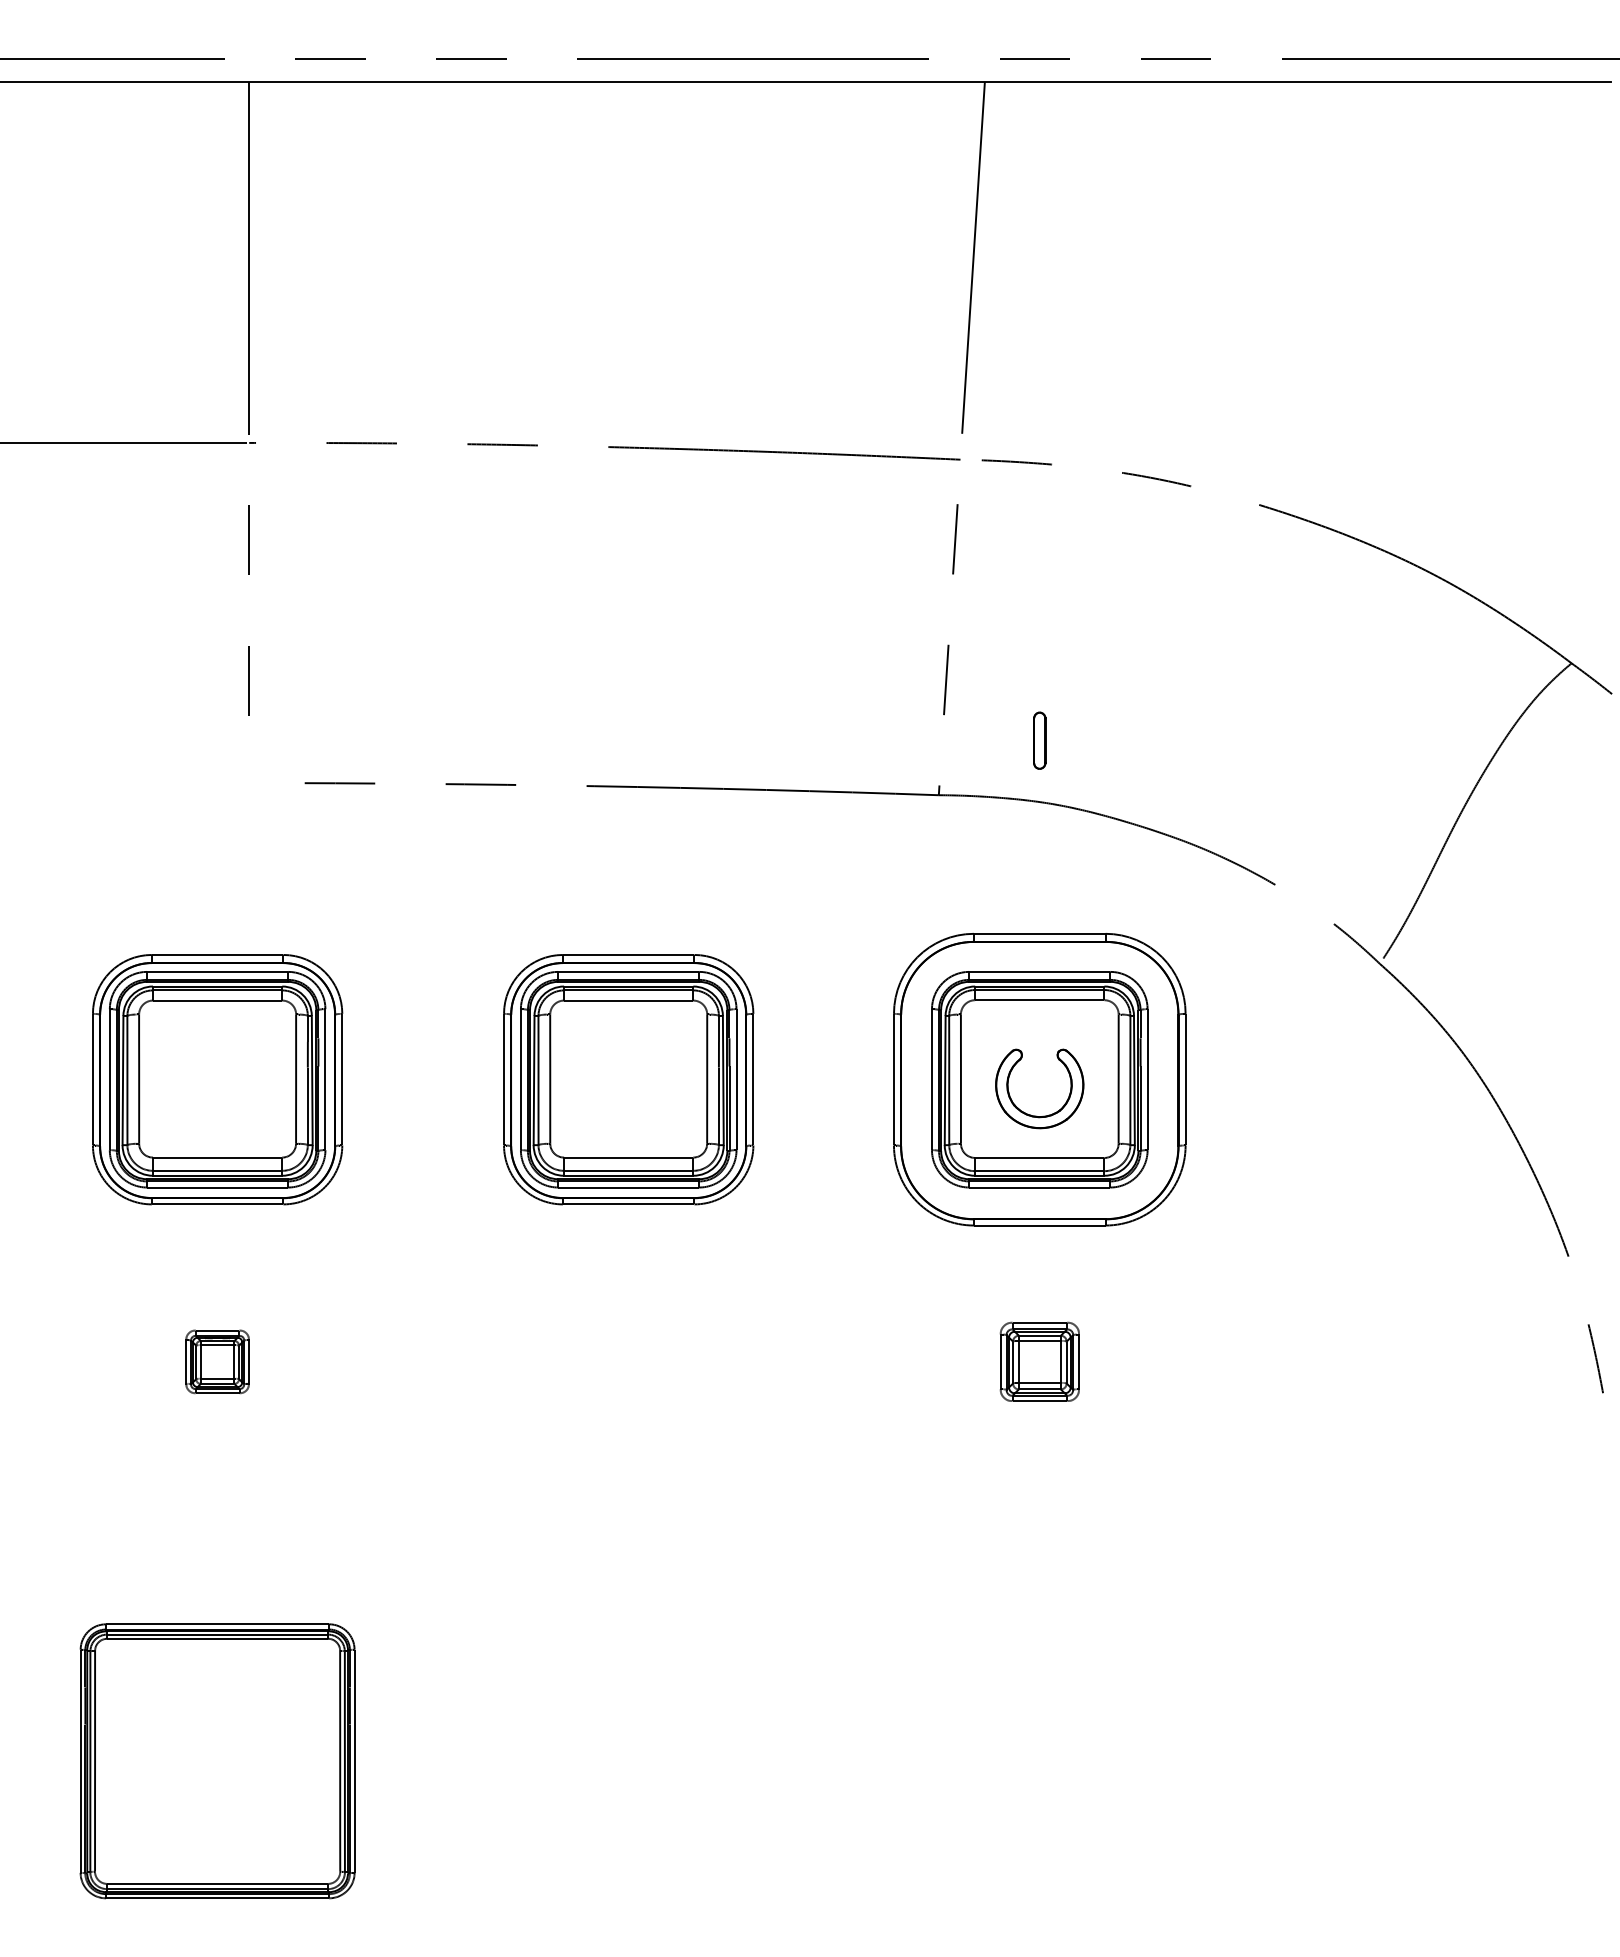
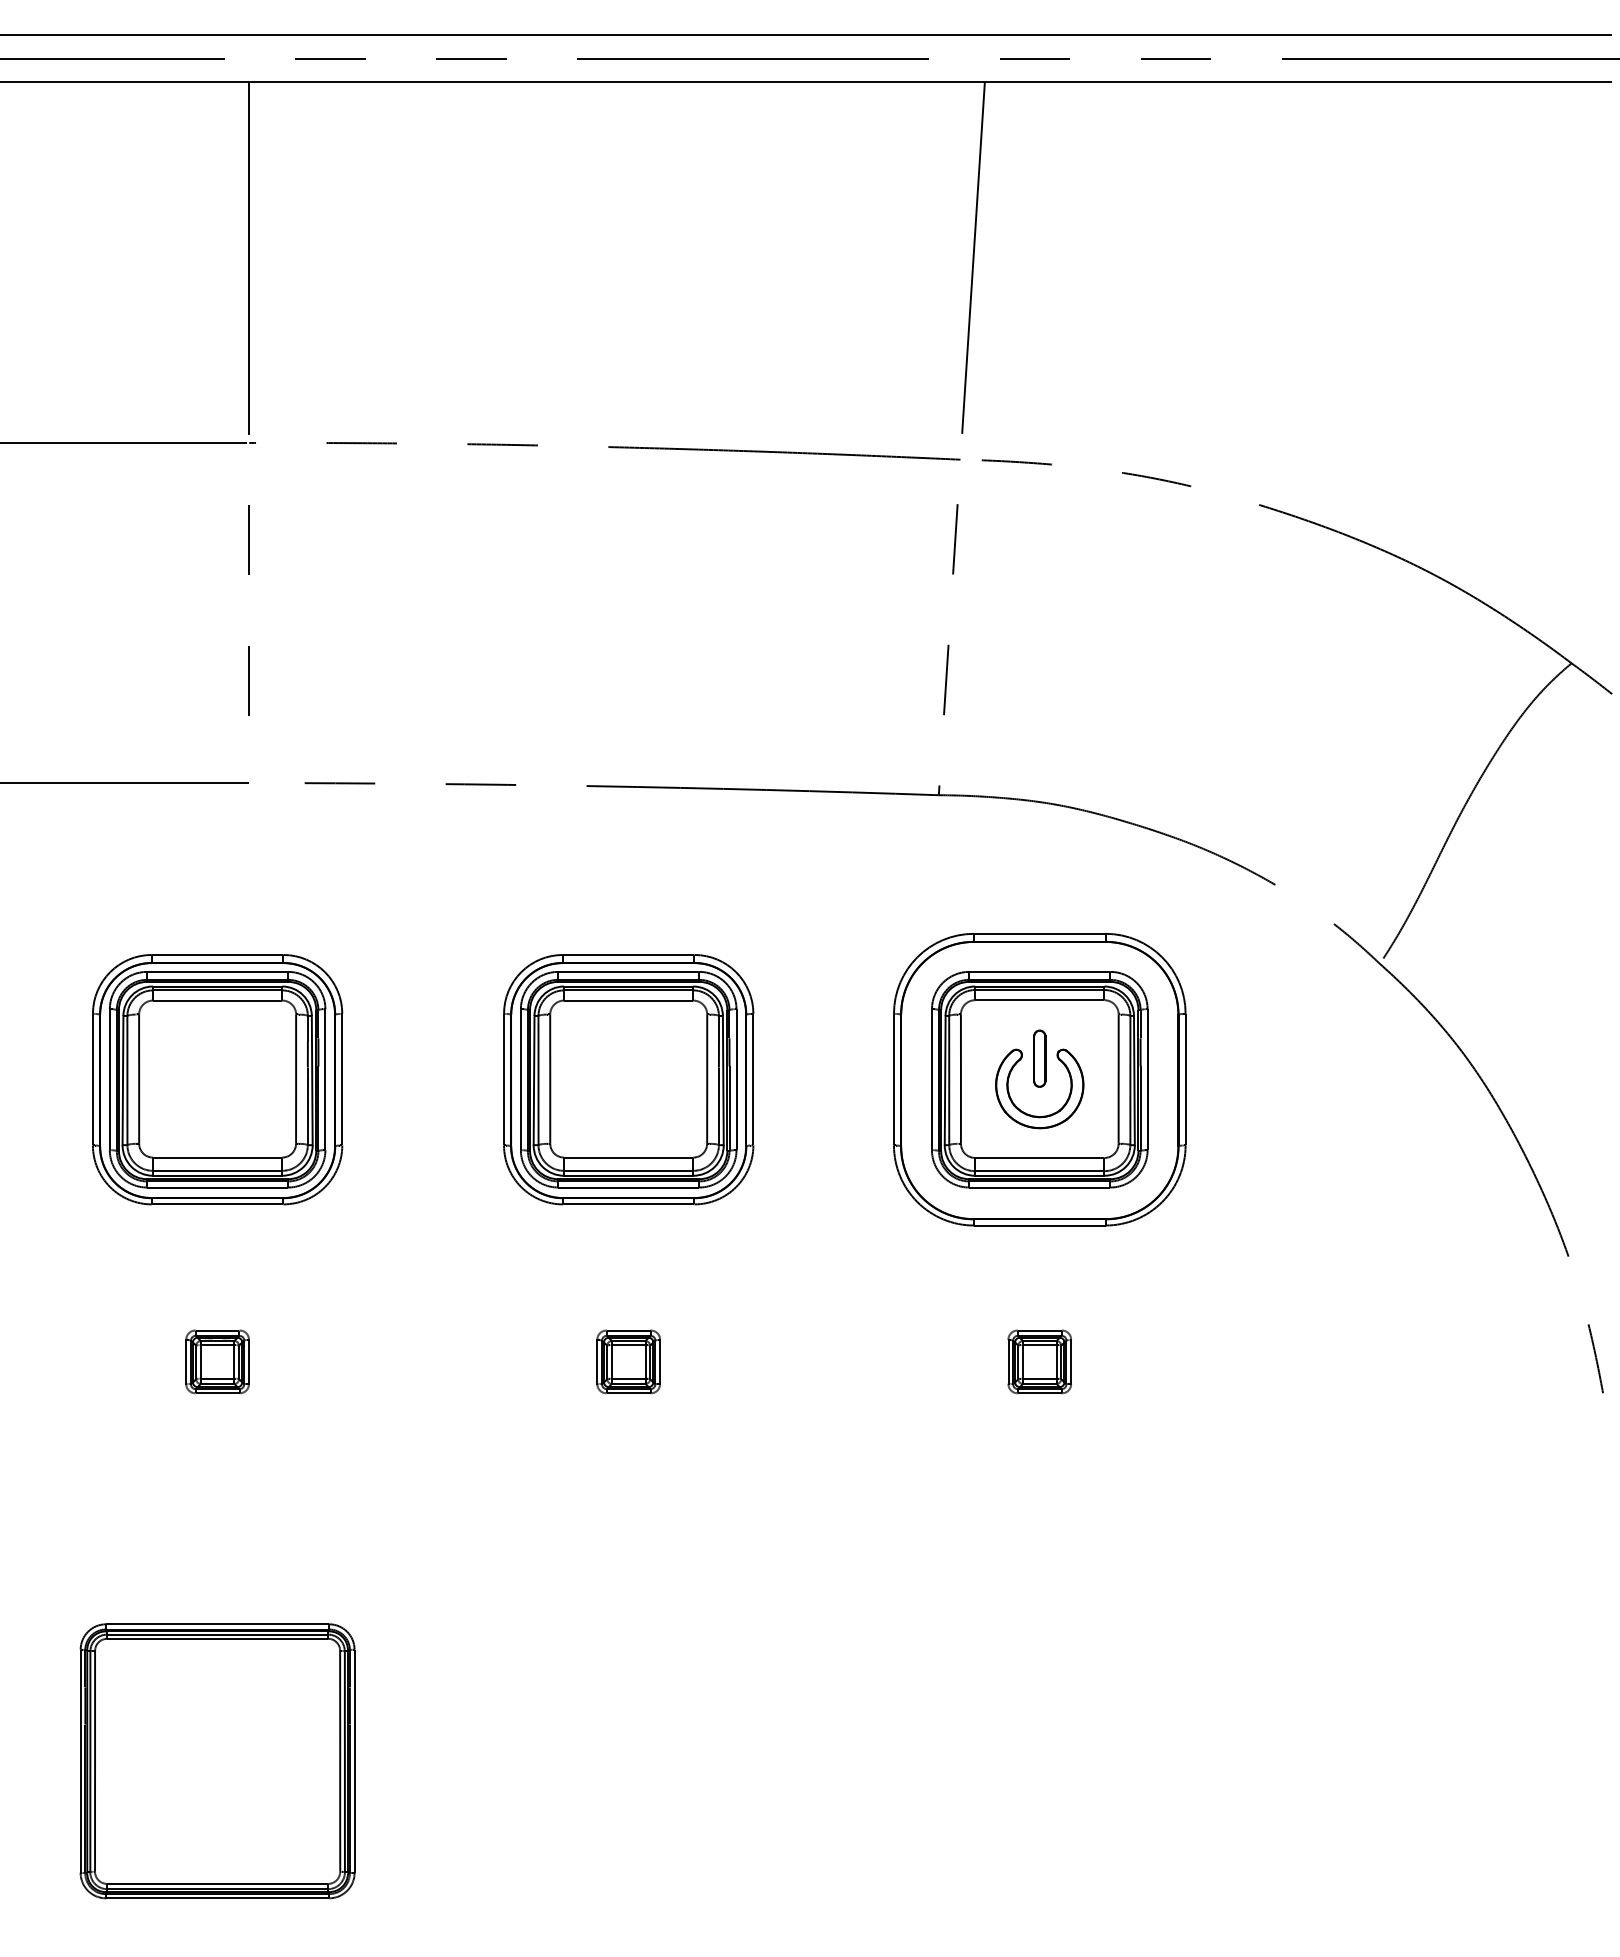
line at (806, 35): none -> present
part at (1039, 740) position: (1039, 740) -> (1039, 1058)
line at (125, 783): none -> present
part at (628, 1361): none -> present
part at (1039, 1361) size: 81x81 px -> 65x66 px
